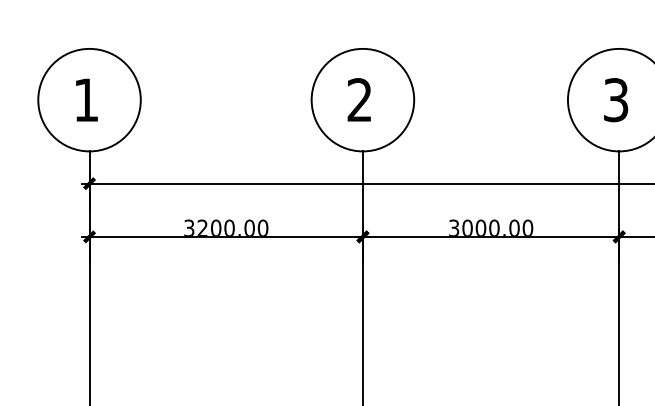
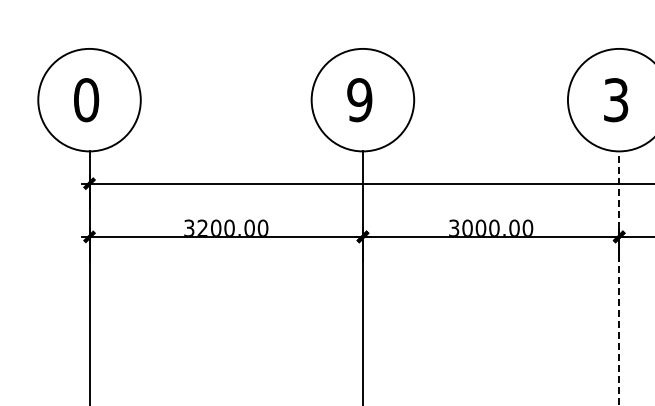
text at (86, 100): 1 -> 0
text at (359, 100): 2 -> 9
line at (619, 278): solid -> dashed
